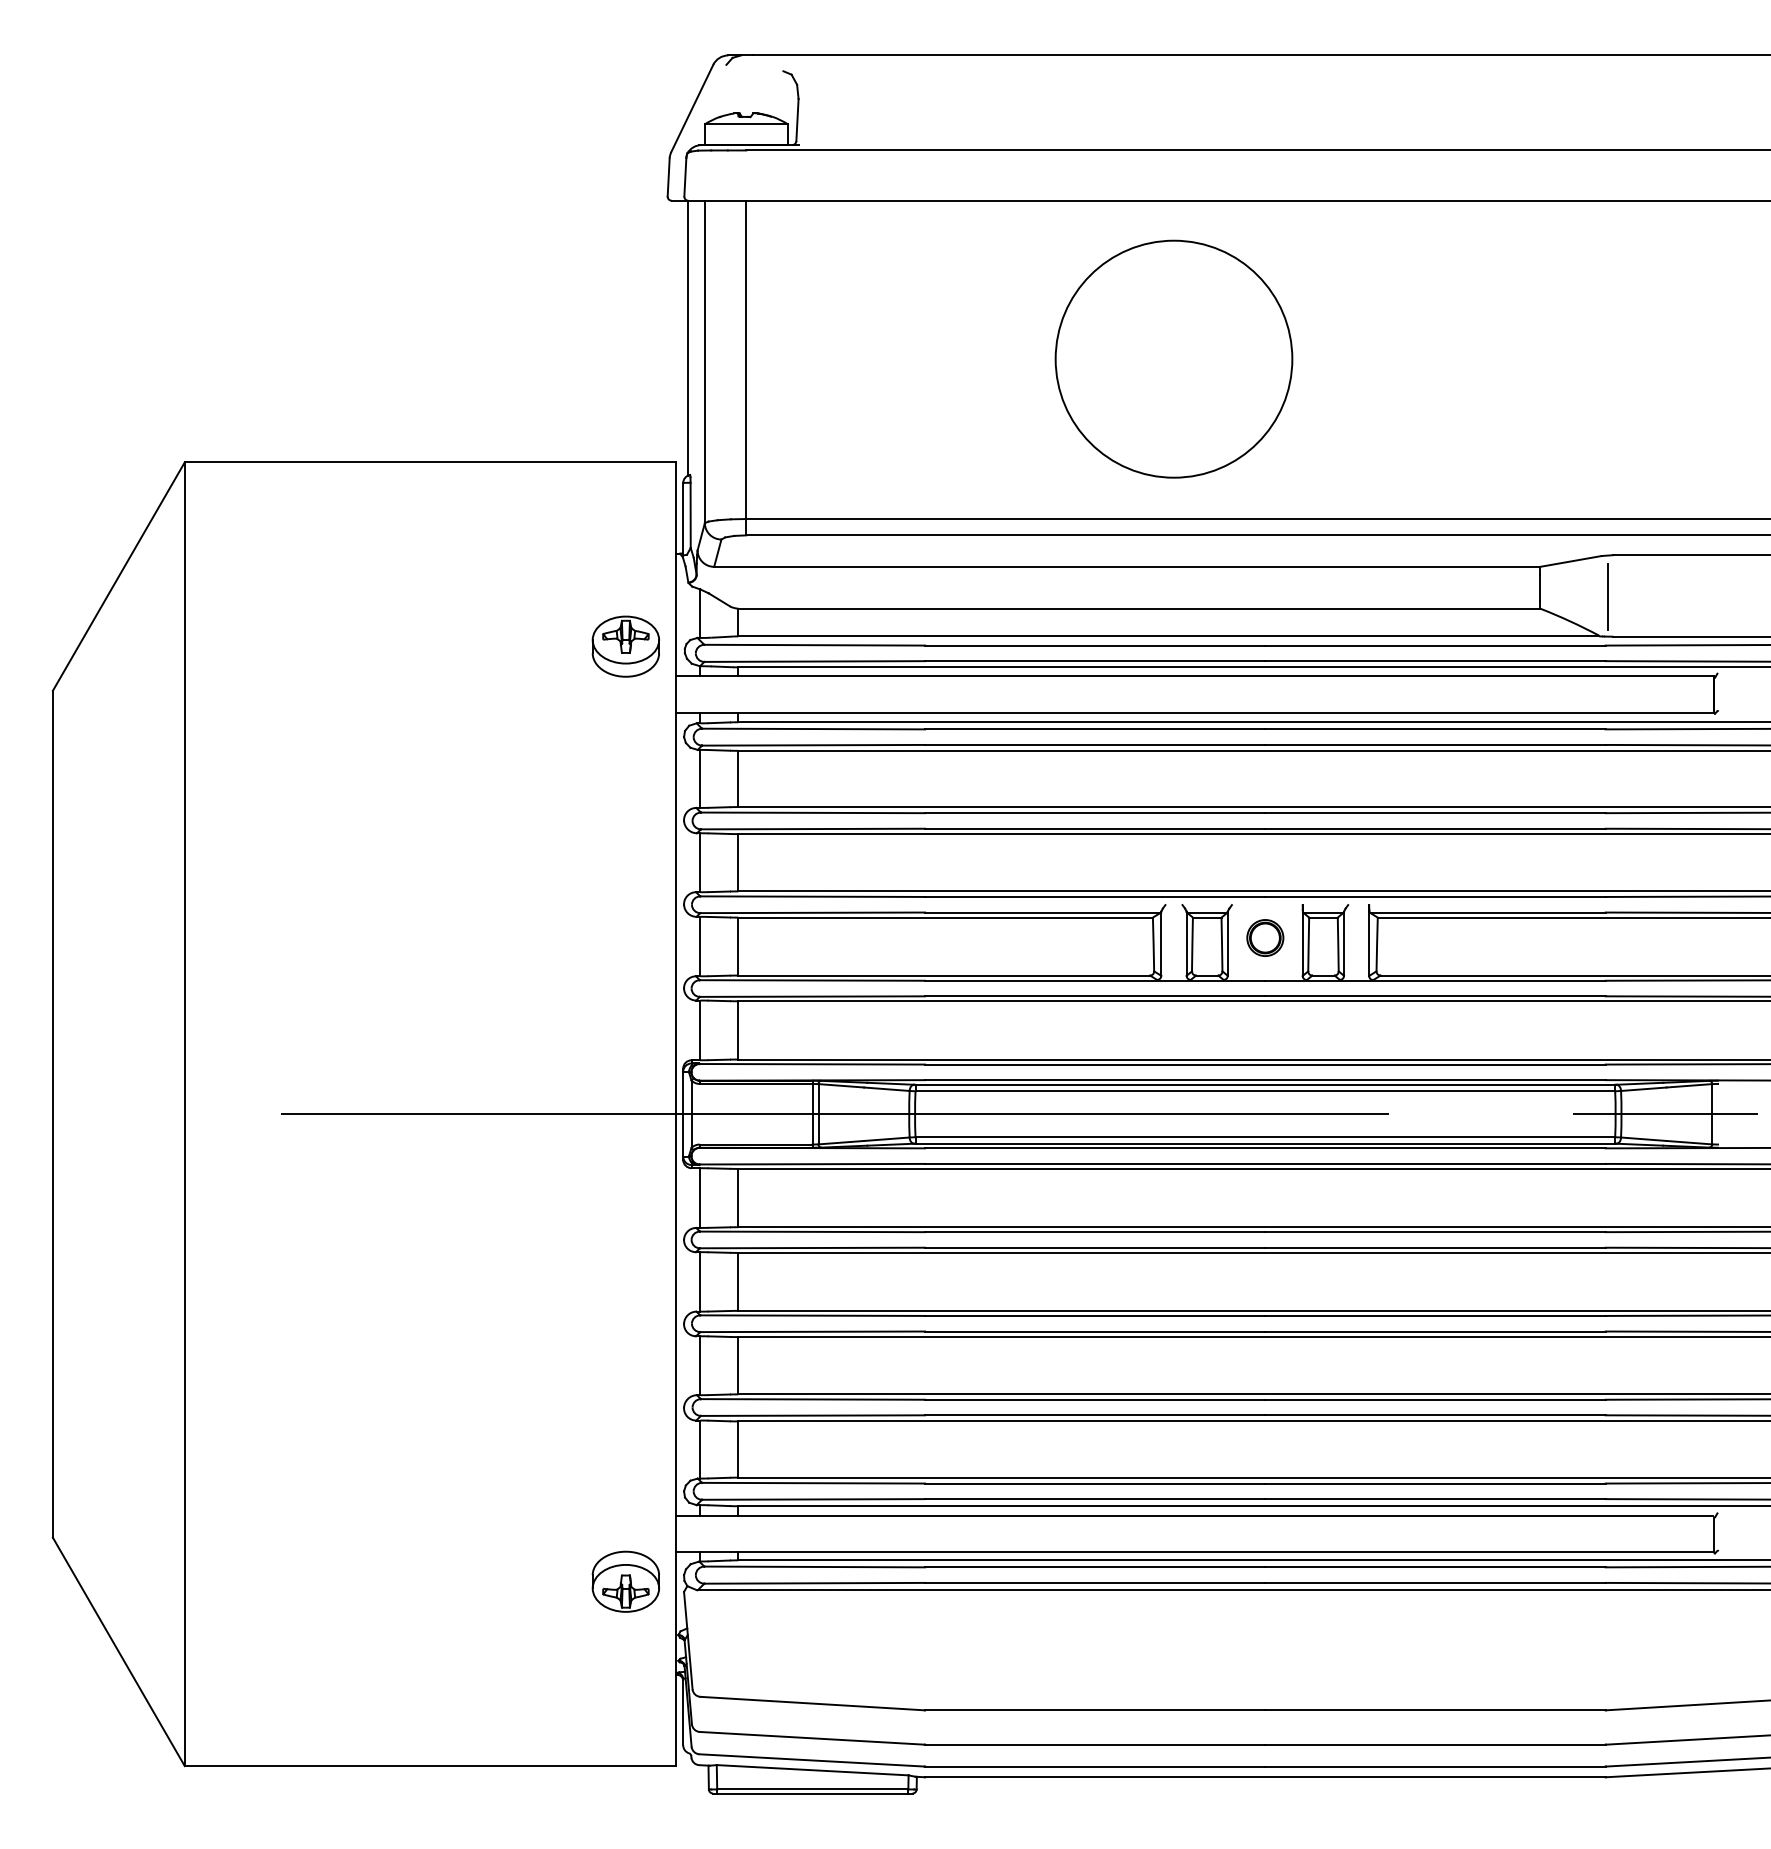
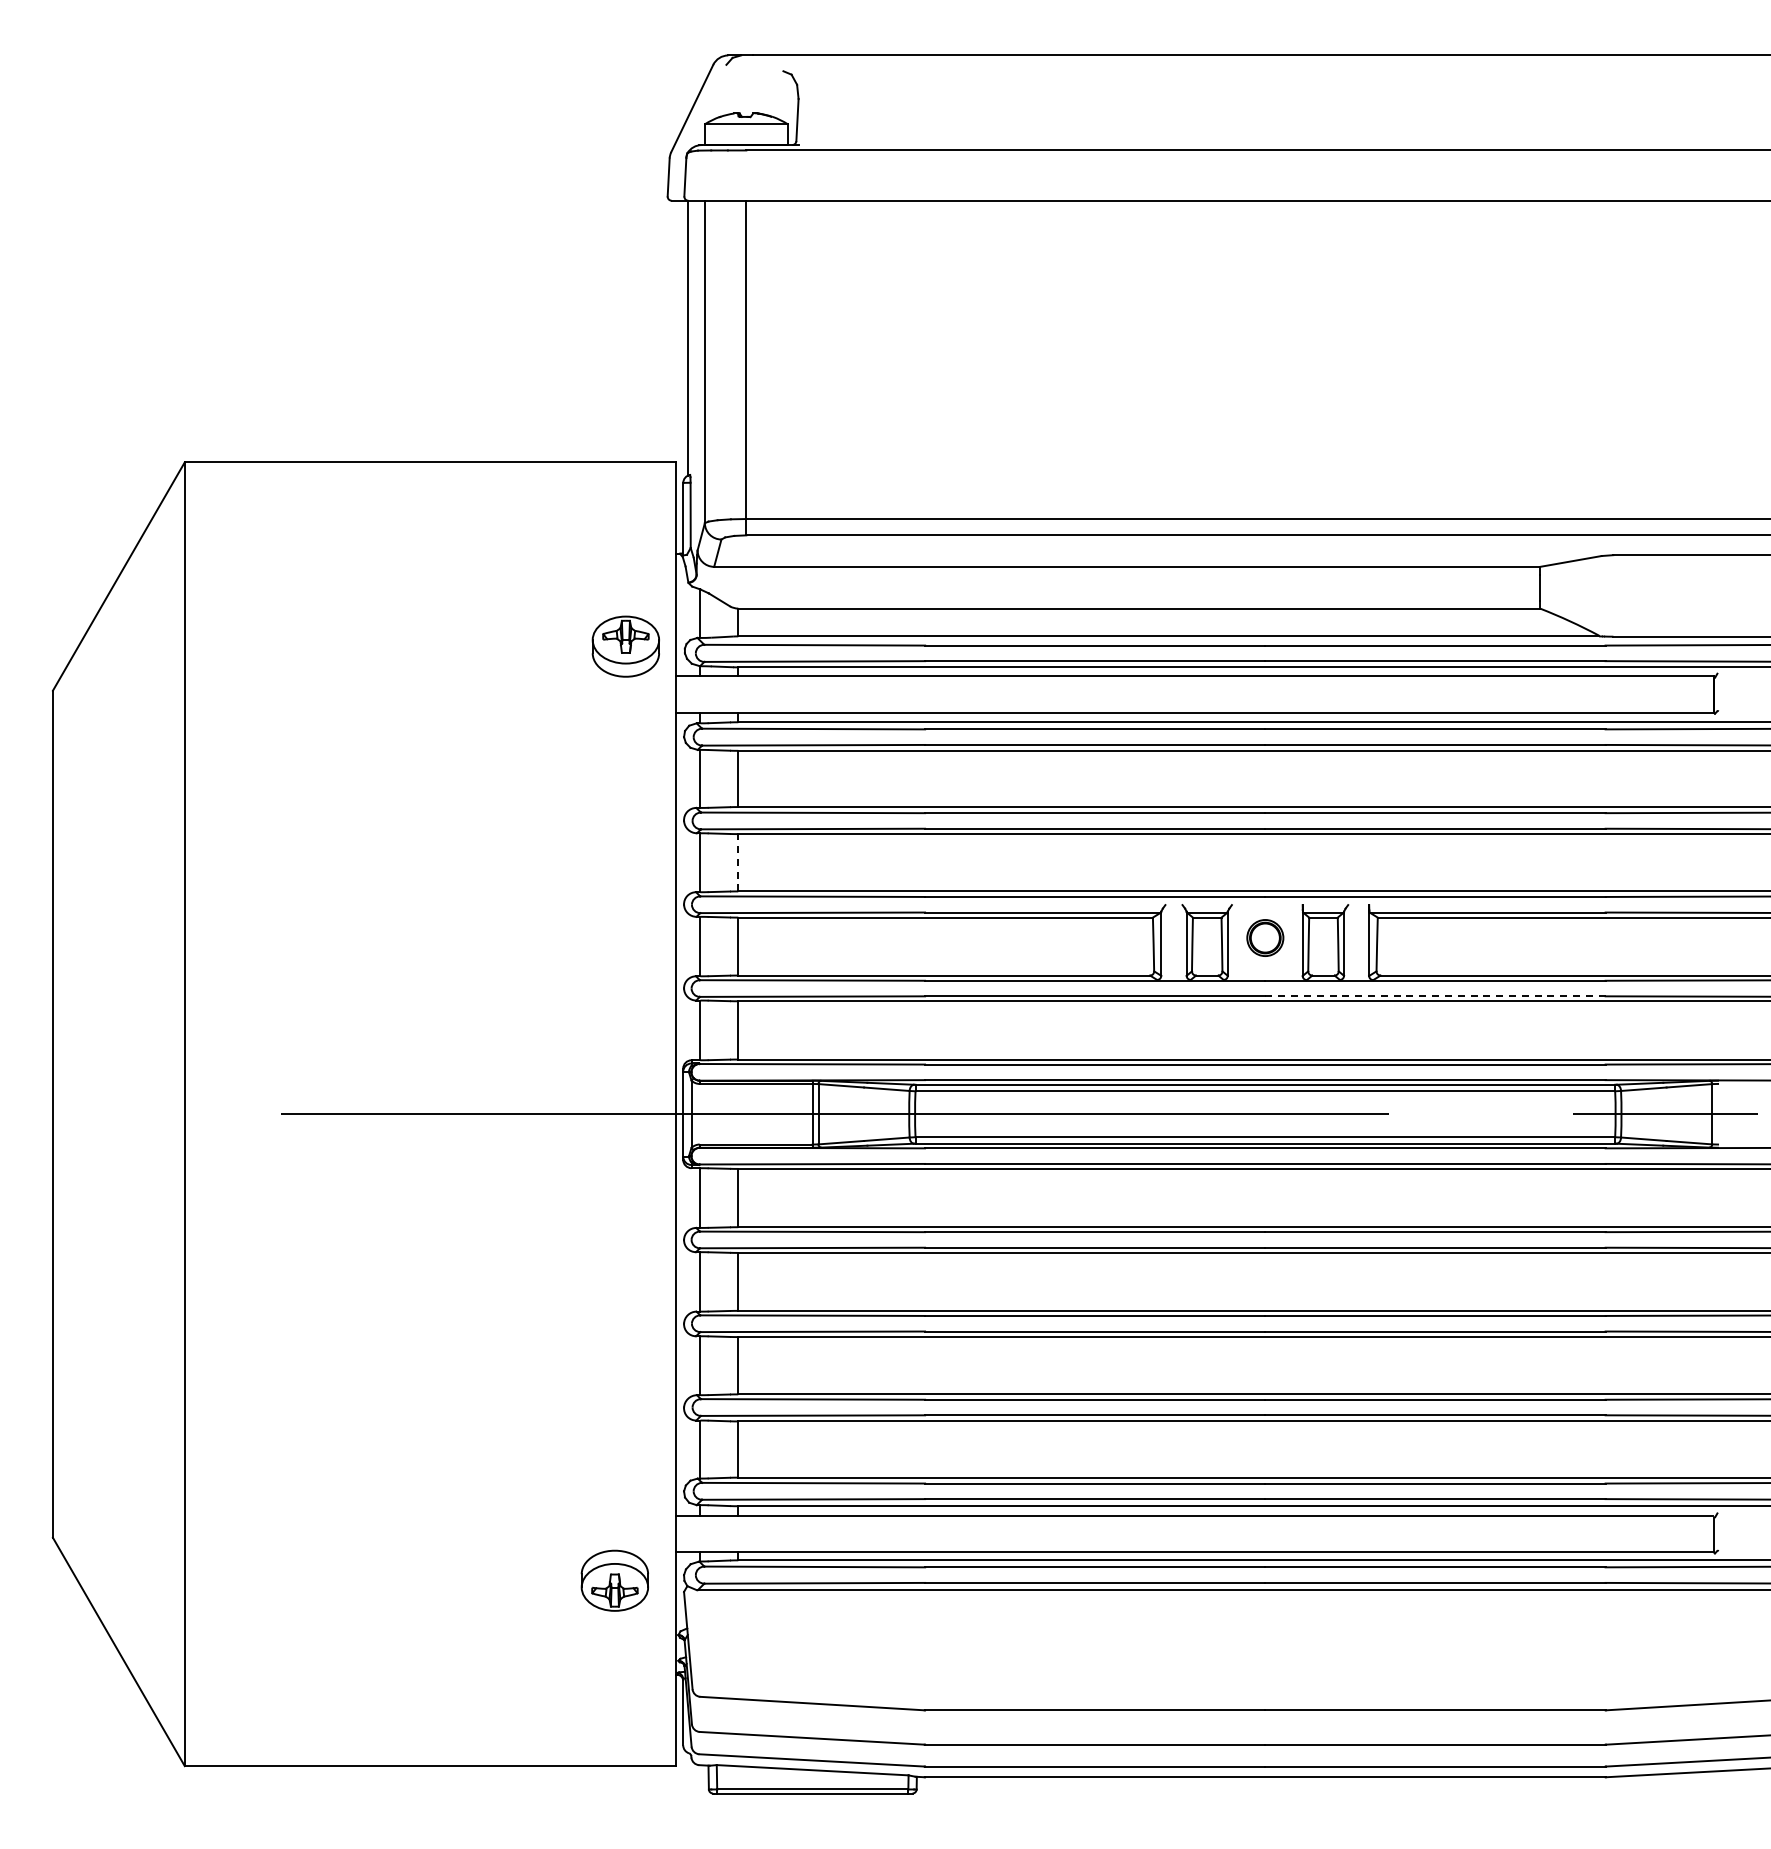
part at (1173, 358): present -> none
line at (1607, 596): present -> none
line at (738, 862): solid -> dashed
line at (1434, 996): solid -> dashed
part at (625, 1581) position: (625, 1581) -> (614, 1580)
